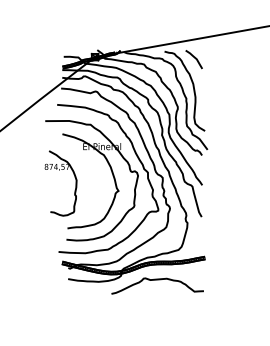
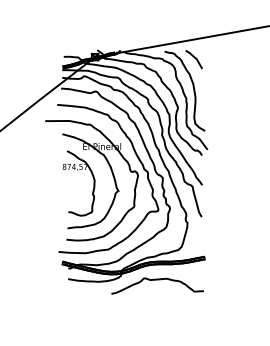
part at (59, 170) position: (59, 170) -> (77, 170)
